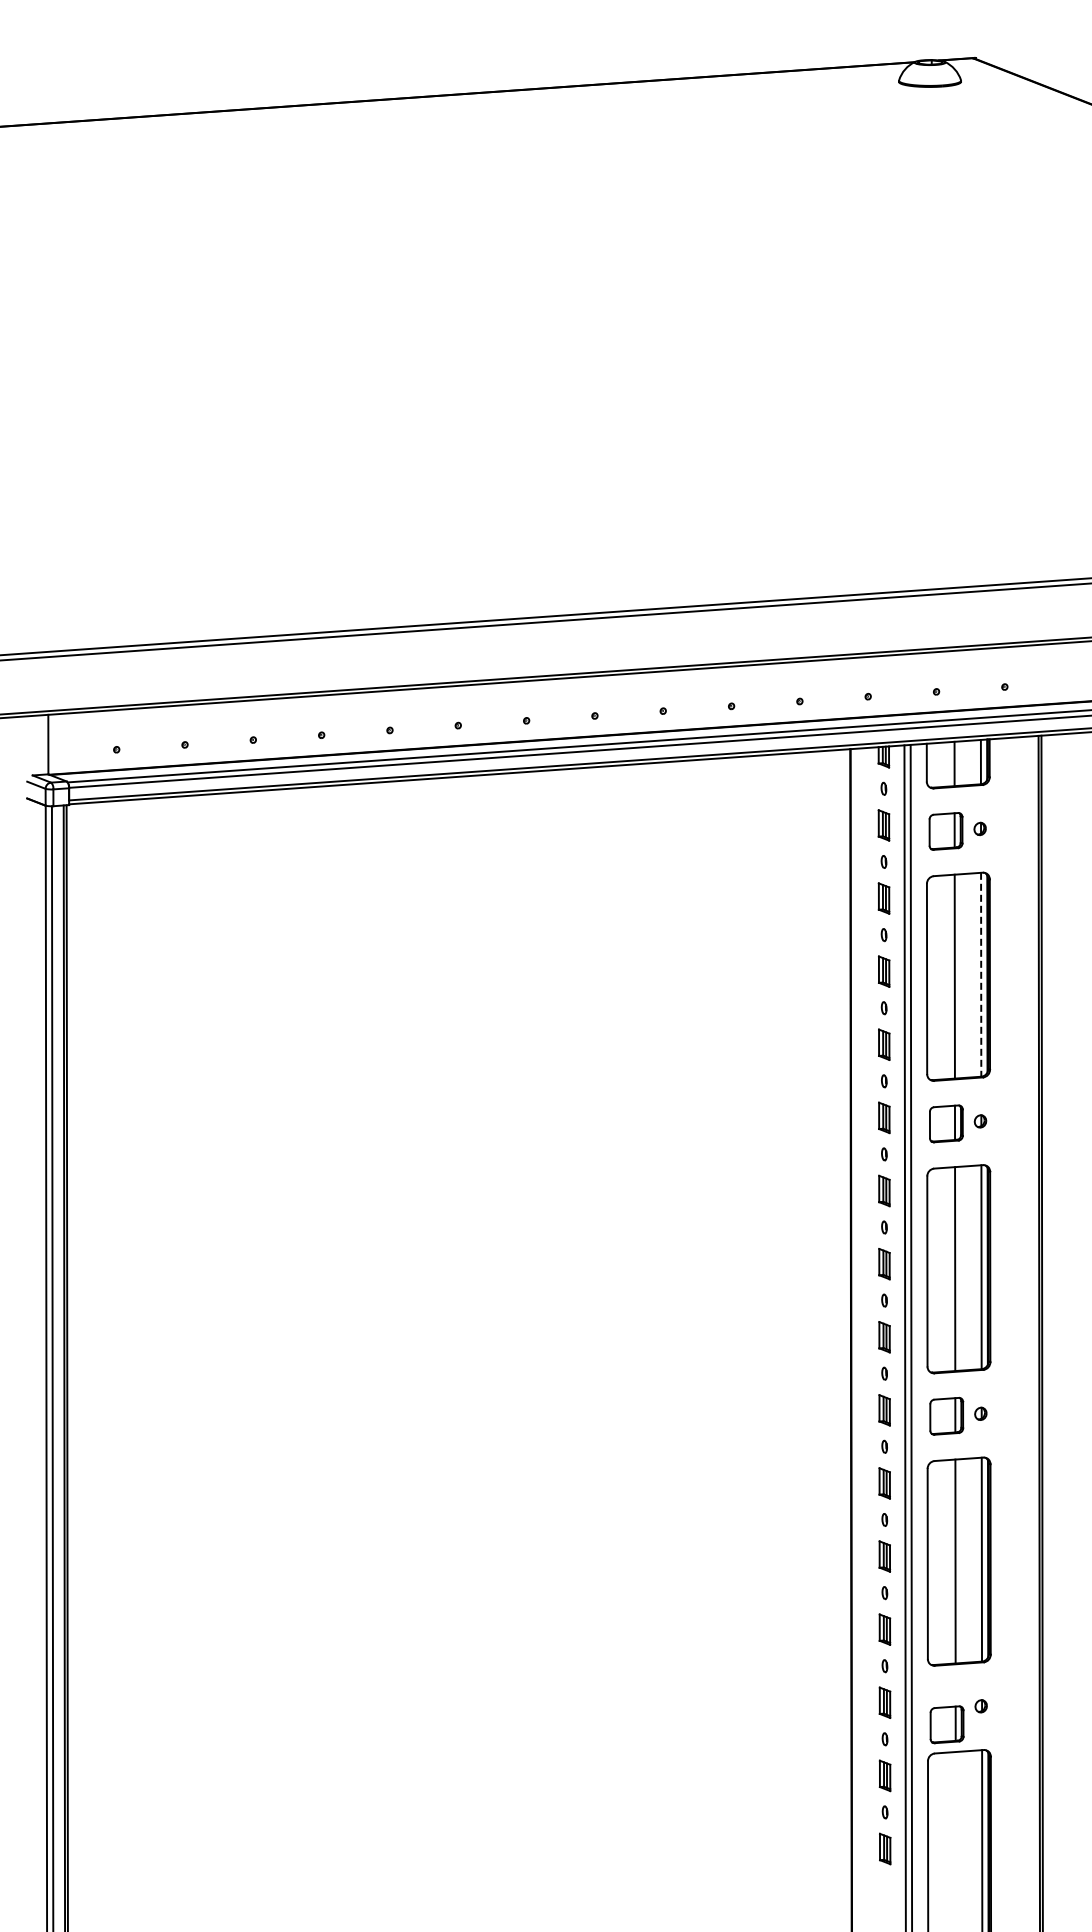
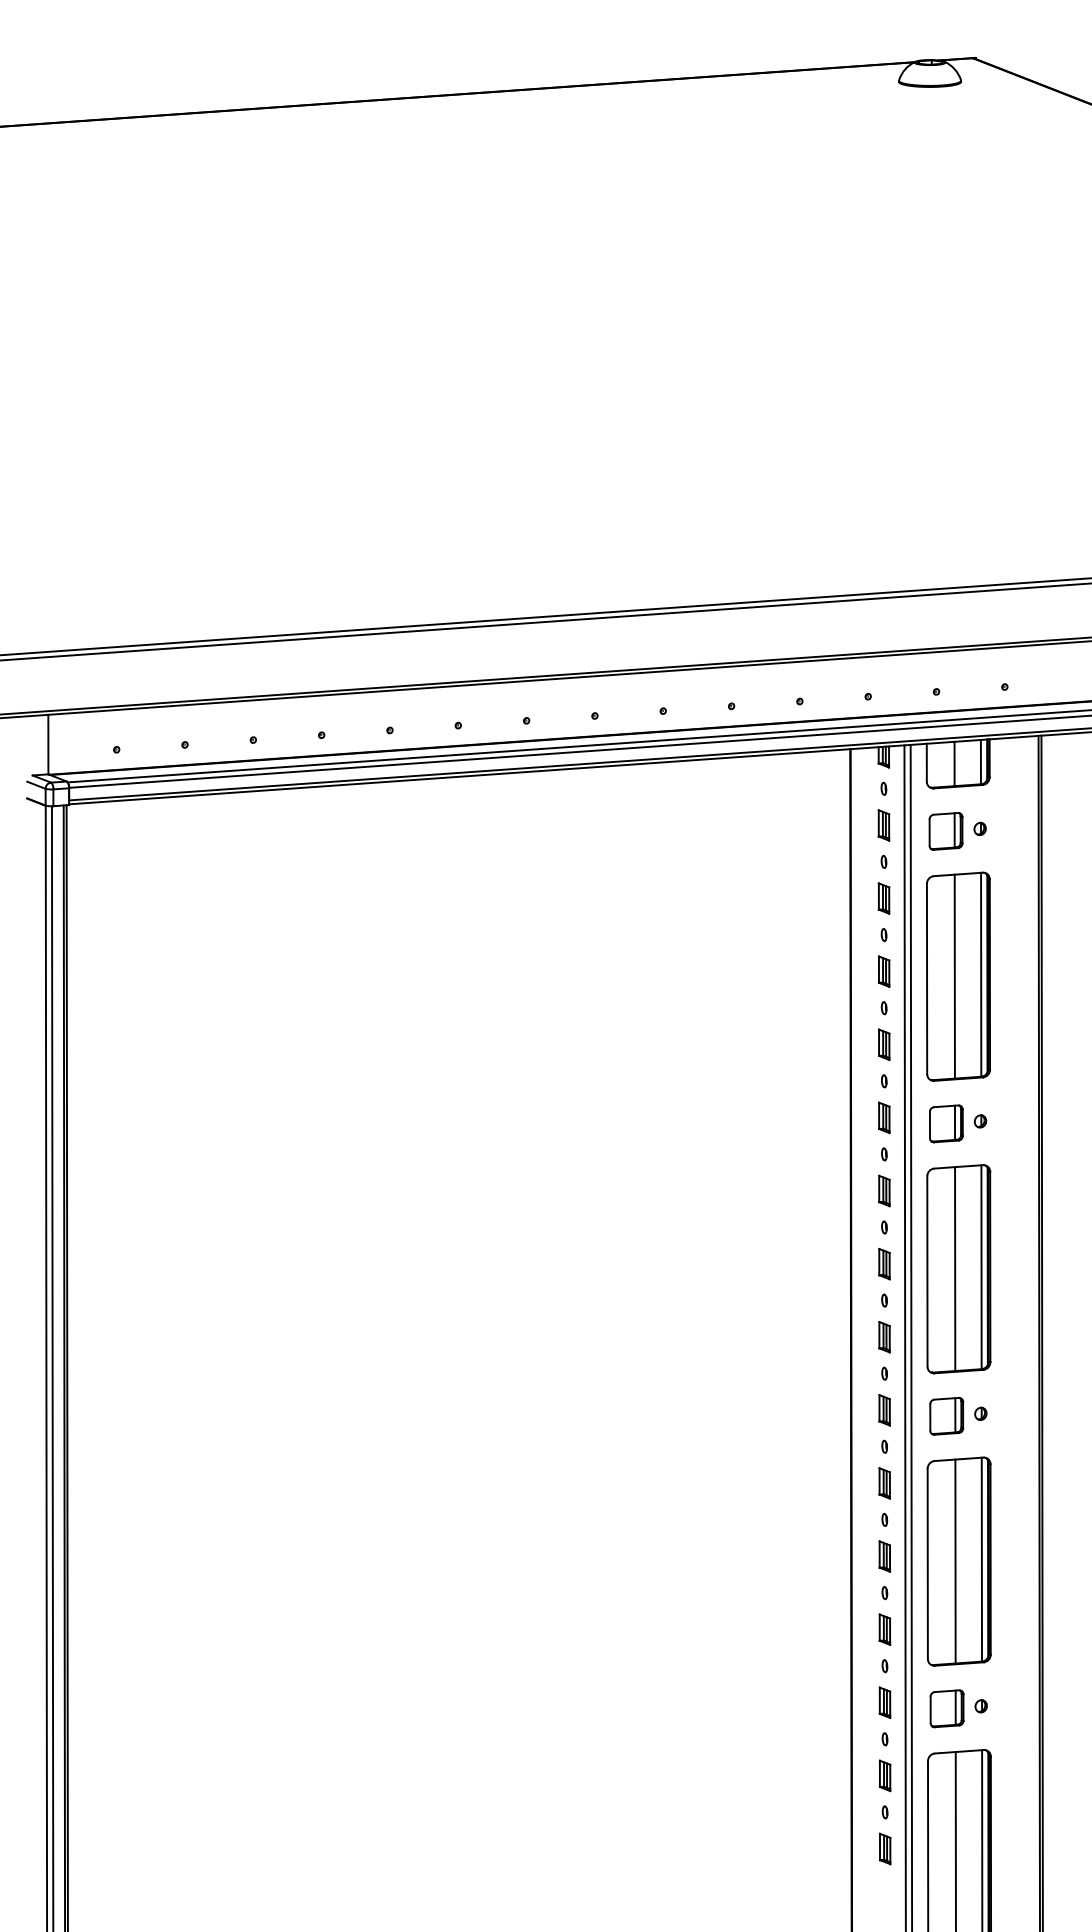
line at (981, 974): dashed -> solid
part at (946, 1724) position: (946, 1724) -> (946, 1708)
line at (955, 1840): none -> present
